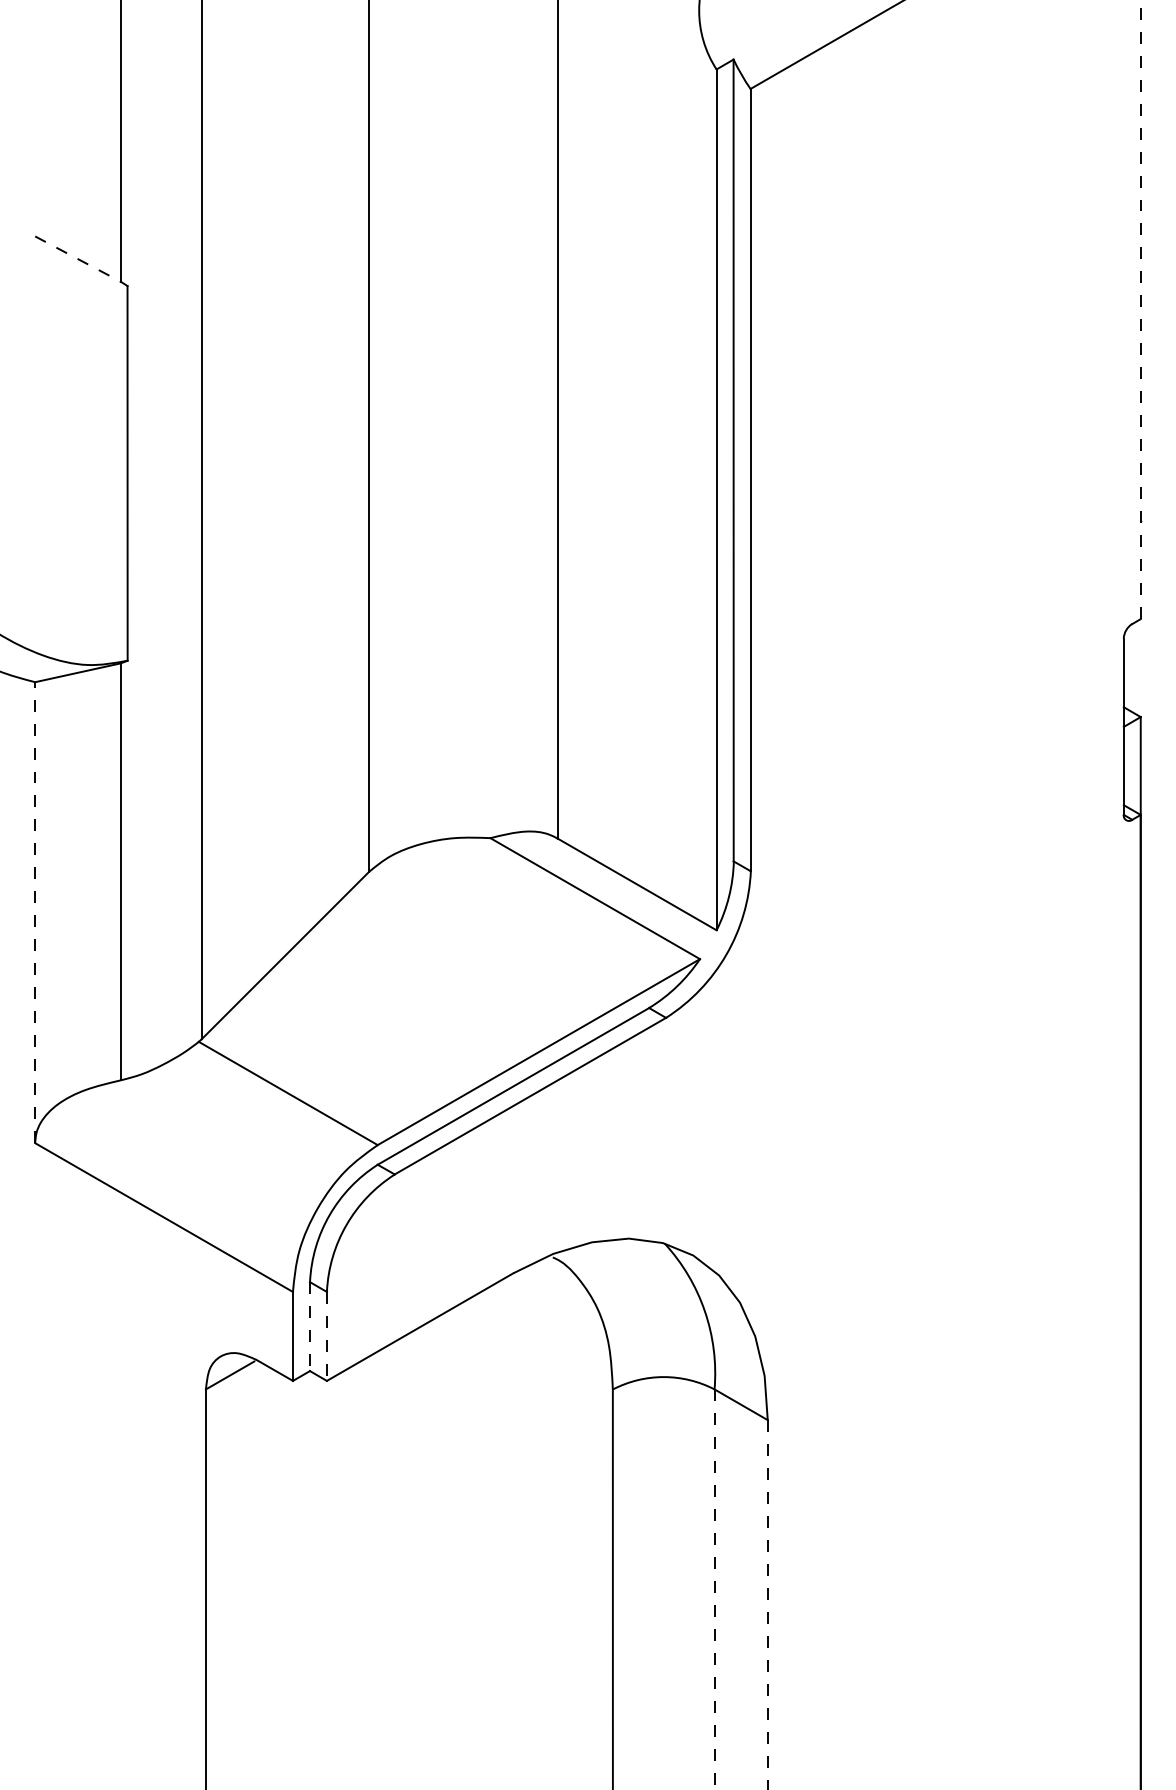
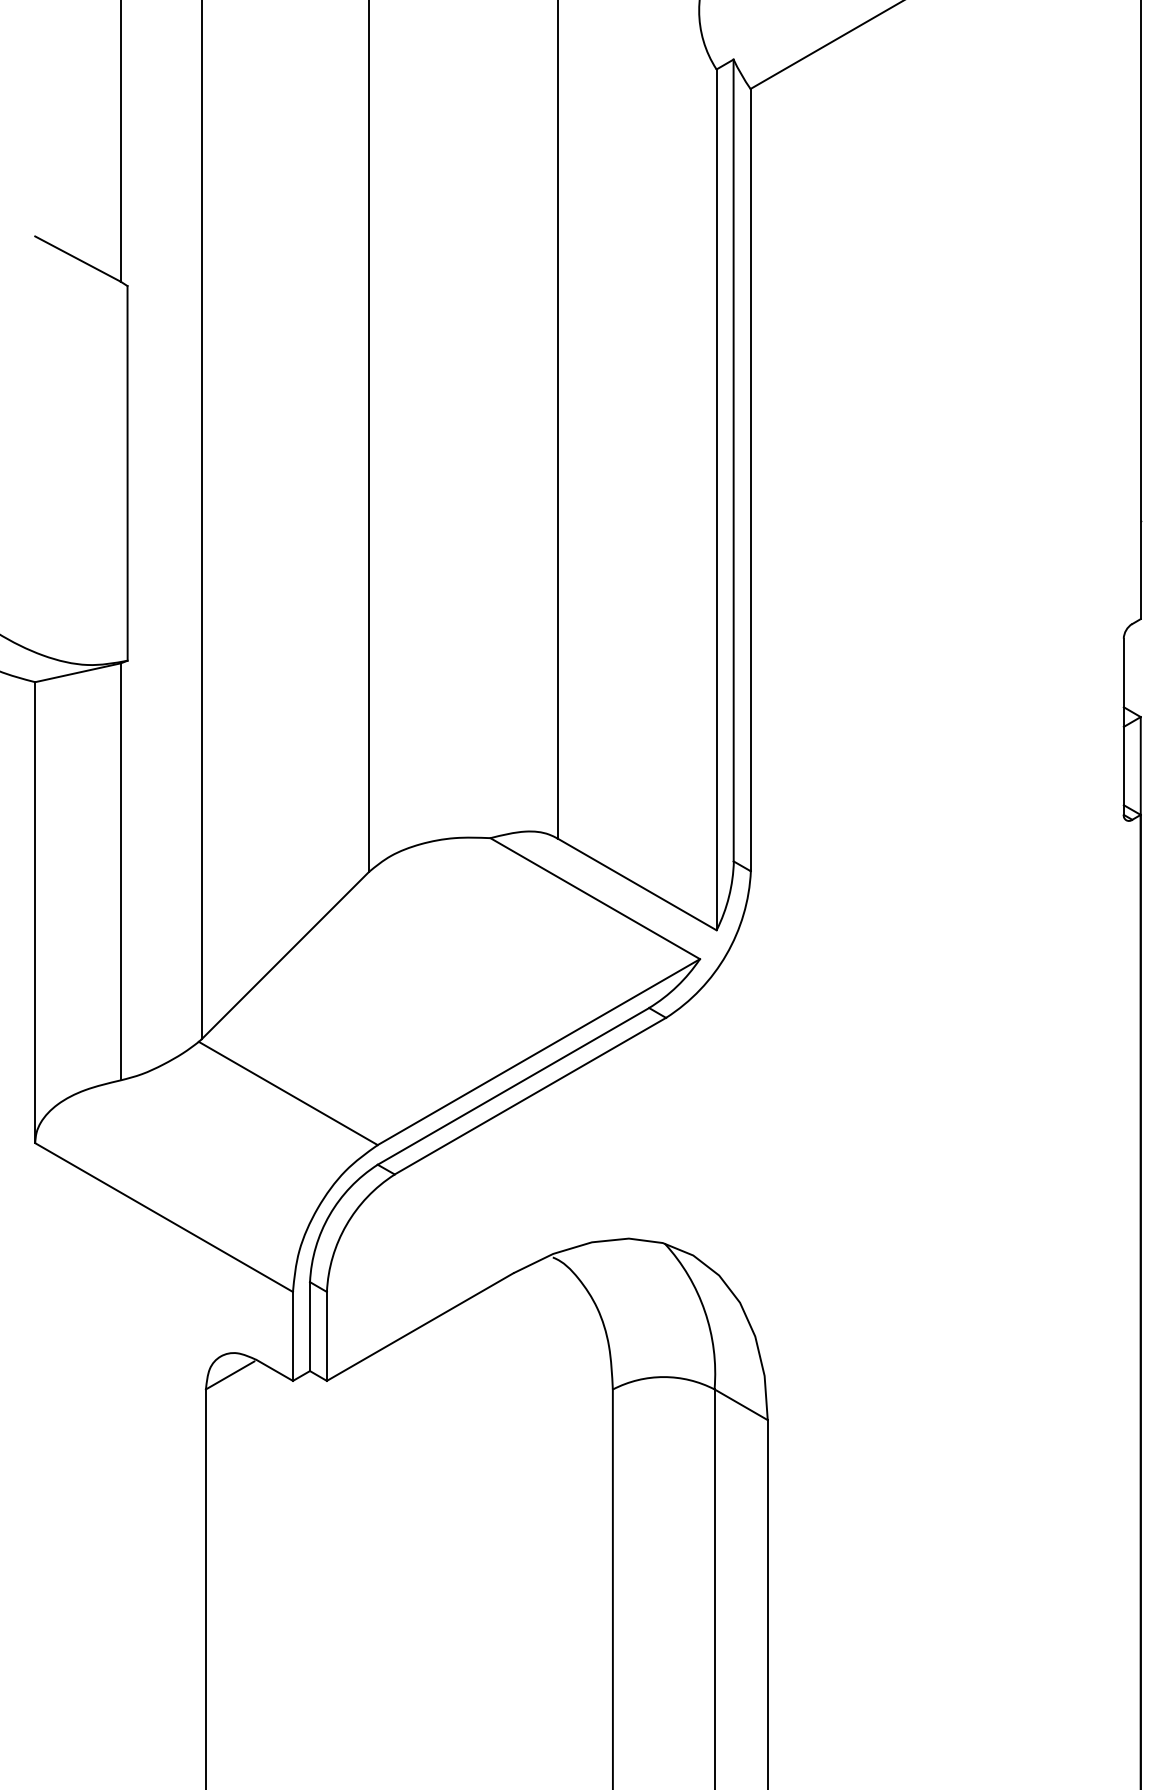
line at (78, 259): dashed -> solid
line at (1140, 309): dashed -> solid
line at (35, 912): dashed -> solid
line at (310, 1327): dashed -> solid
line at (326, 1336): dashed -> solid
line at (714, 1589): dashed -> solid
line at (767, 1605): dashed -> solid
